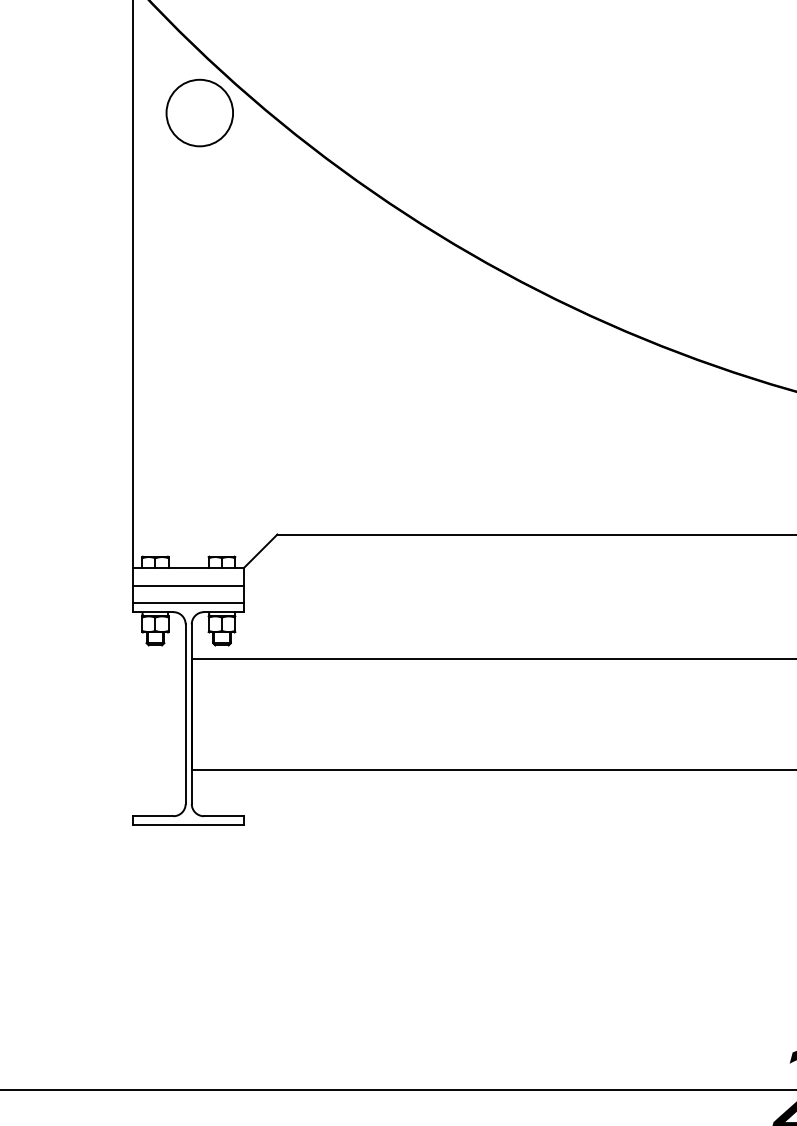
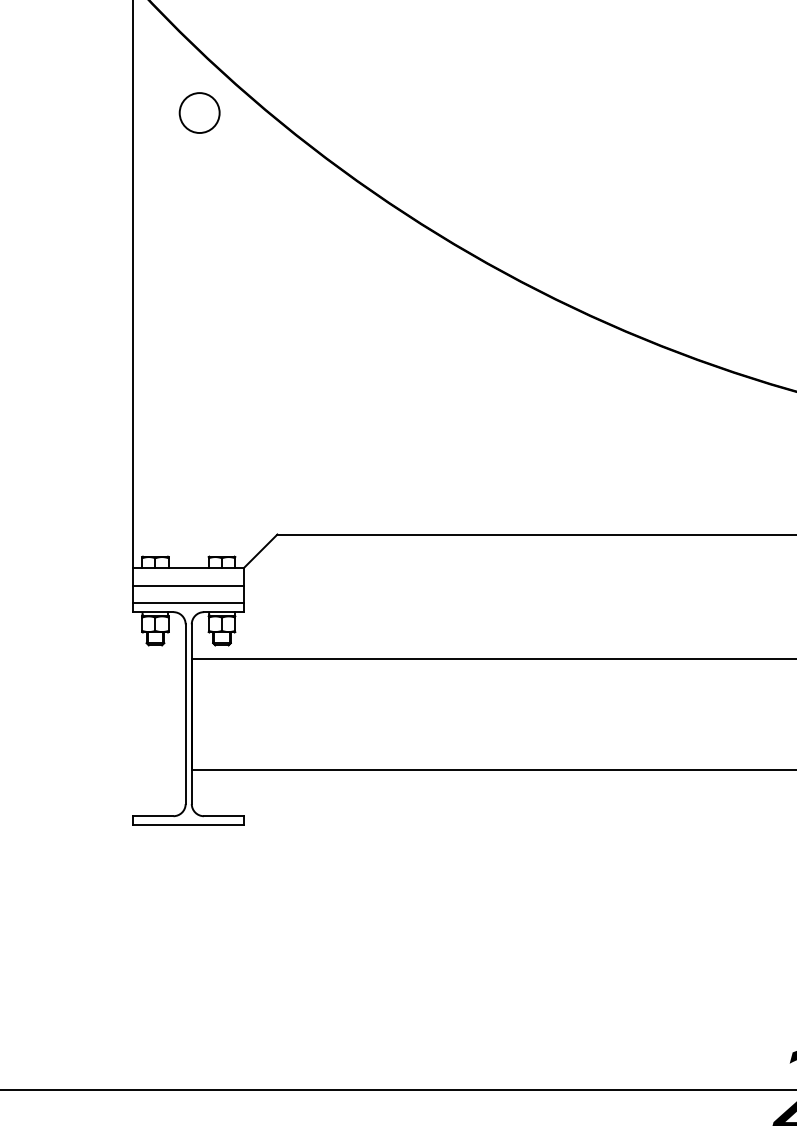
circle at (199, 112) size: 69x70 px -> 43x42 px
